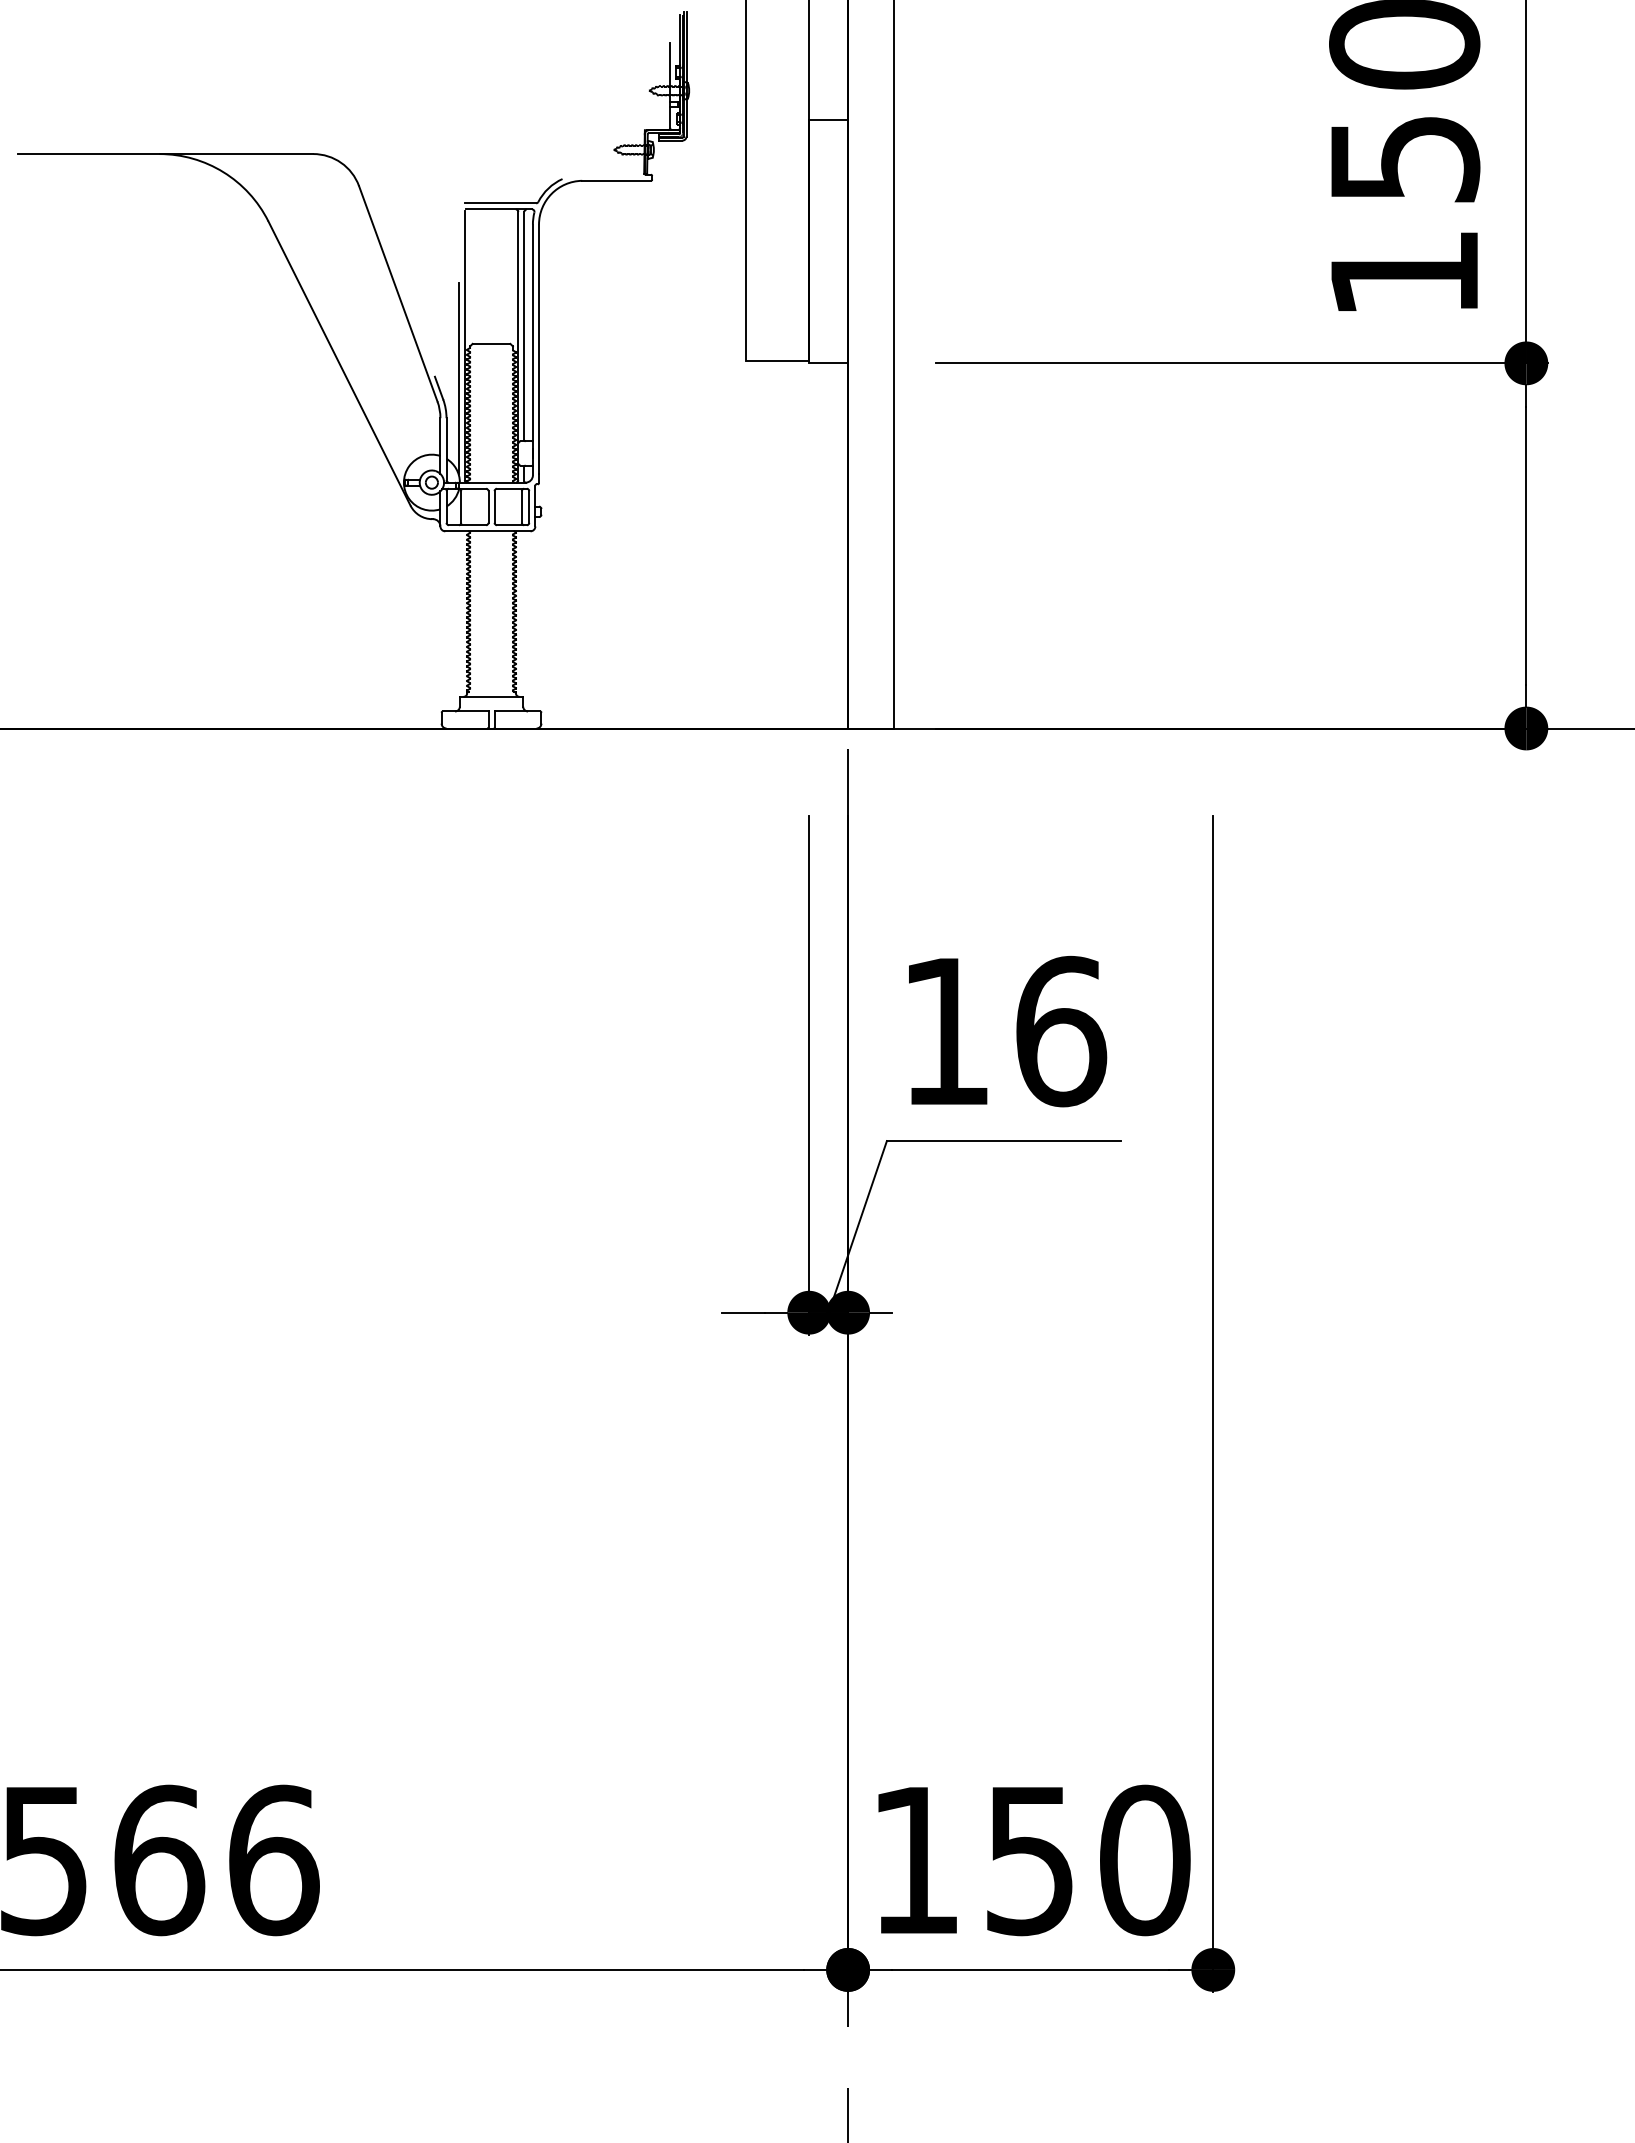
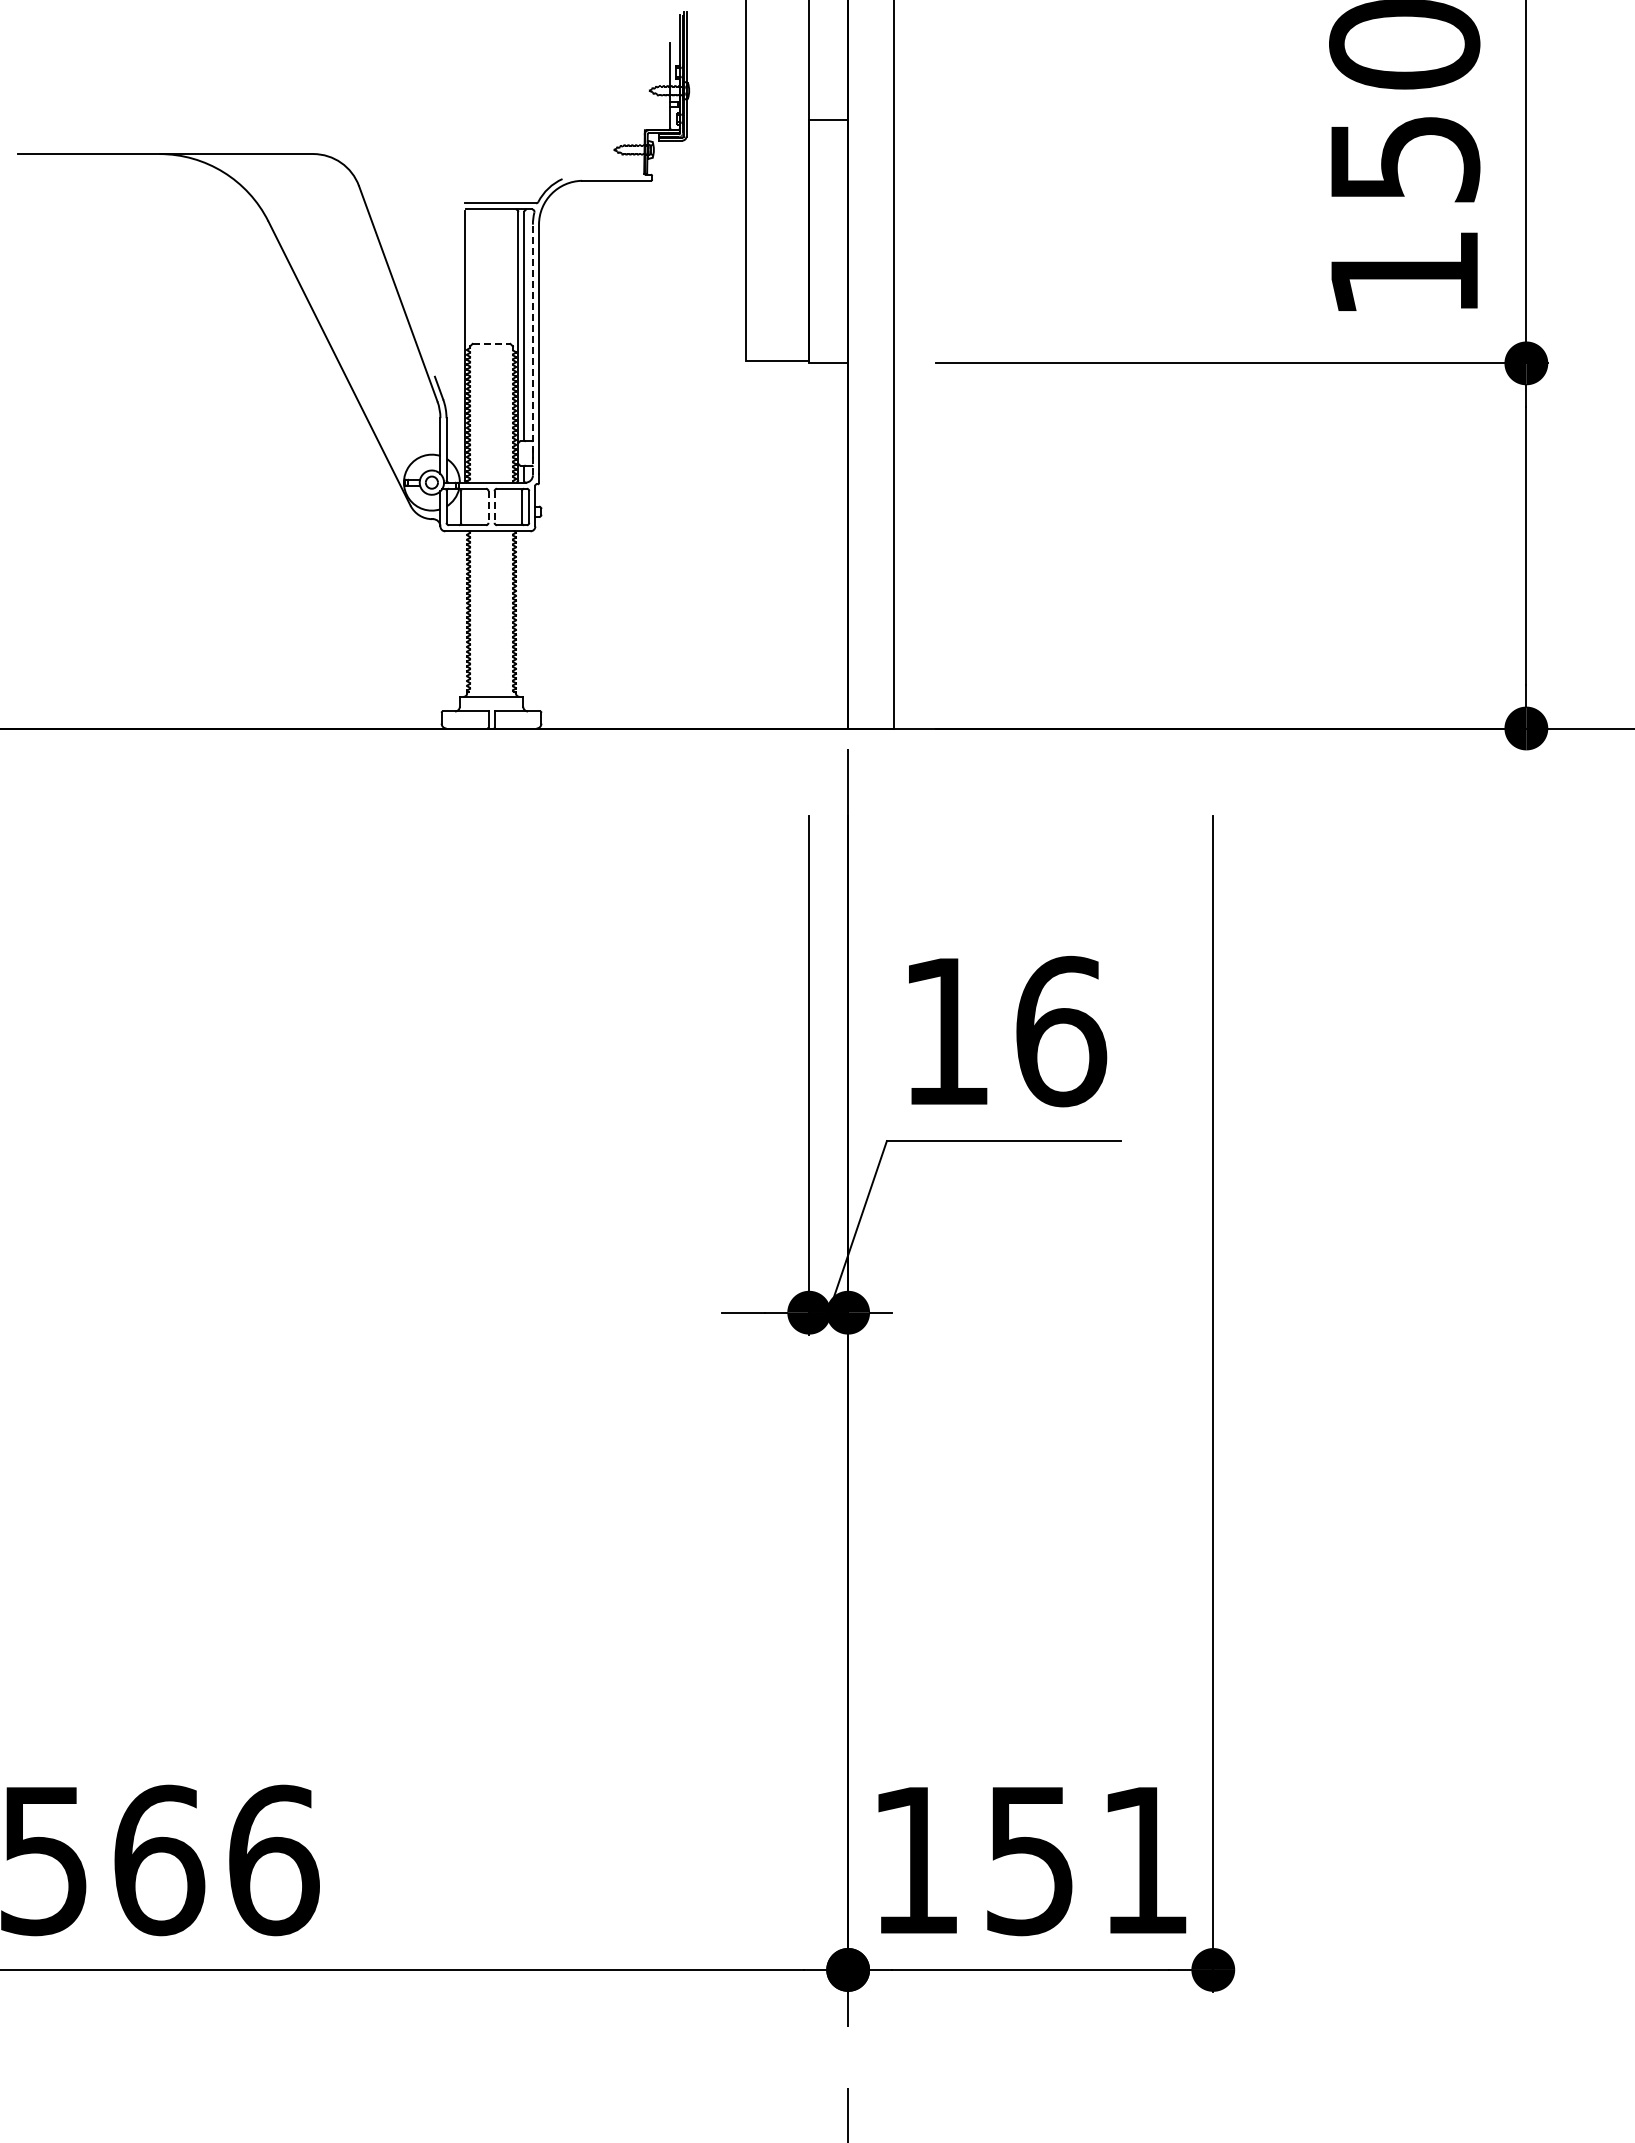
line at (491, 343): solid -> dashed
line at (532, 349): solid -> dashed
line at (458, 378): present -> none
line at (488, 507): solid -> dashed
line at (494, 507): solid -> dashed
text at (1145, 1860): 150 -> 151
